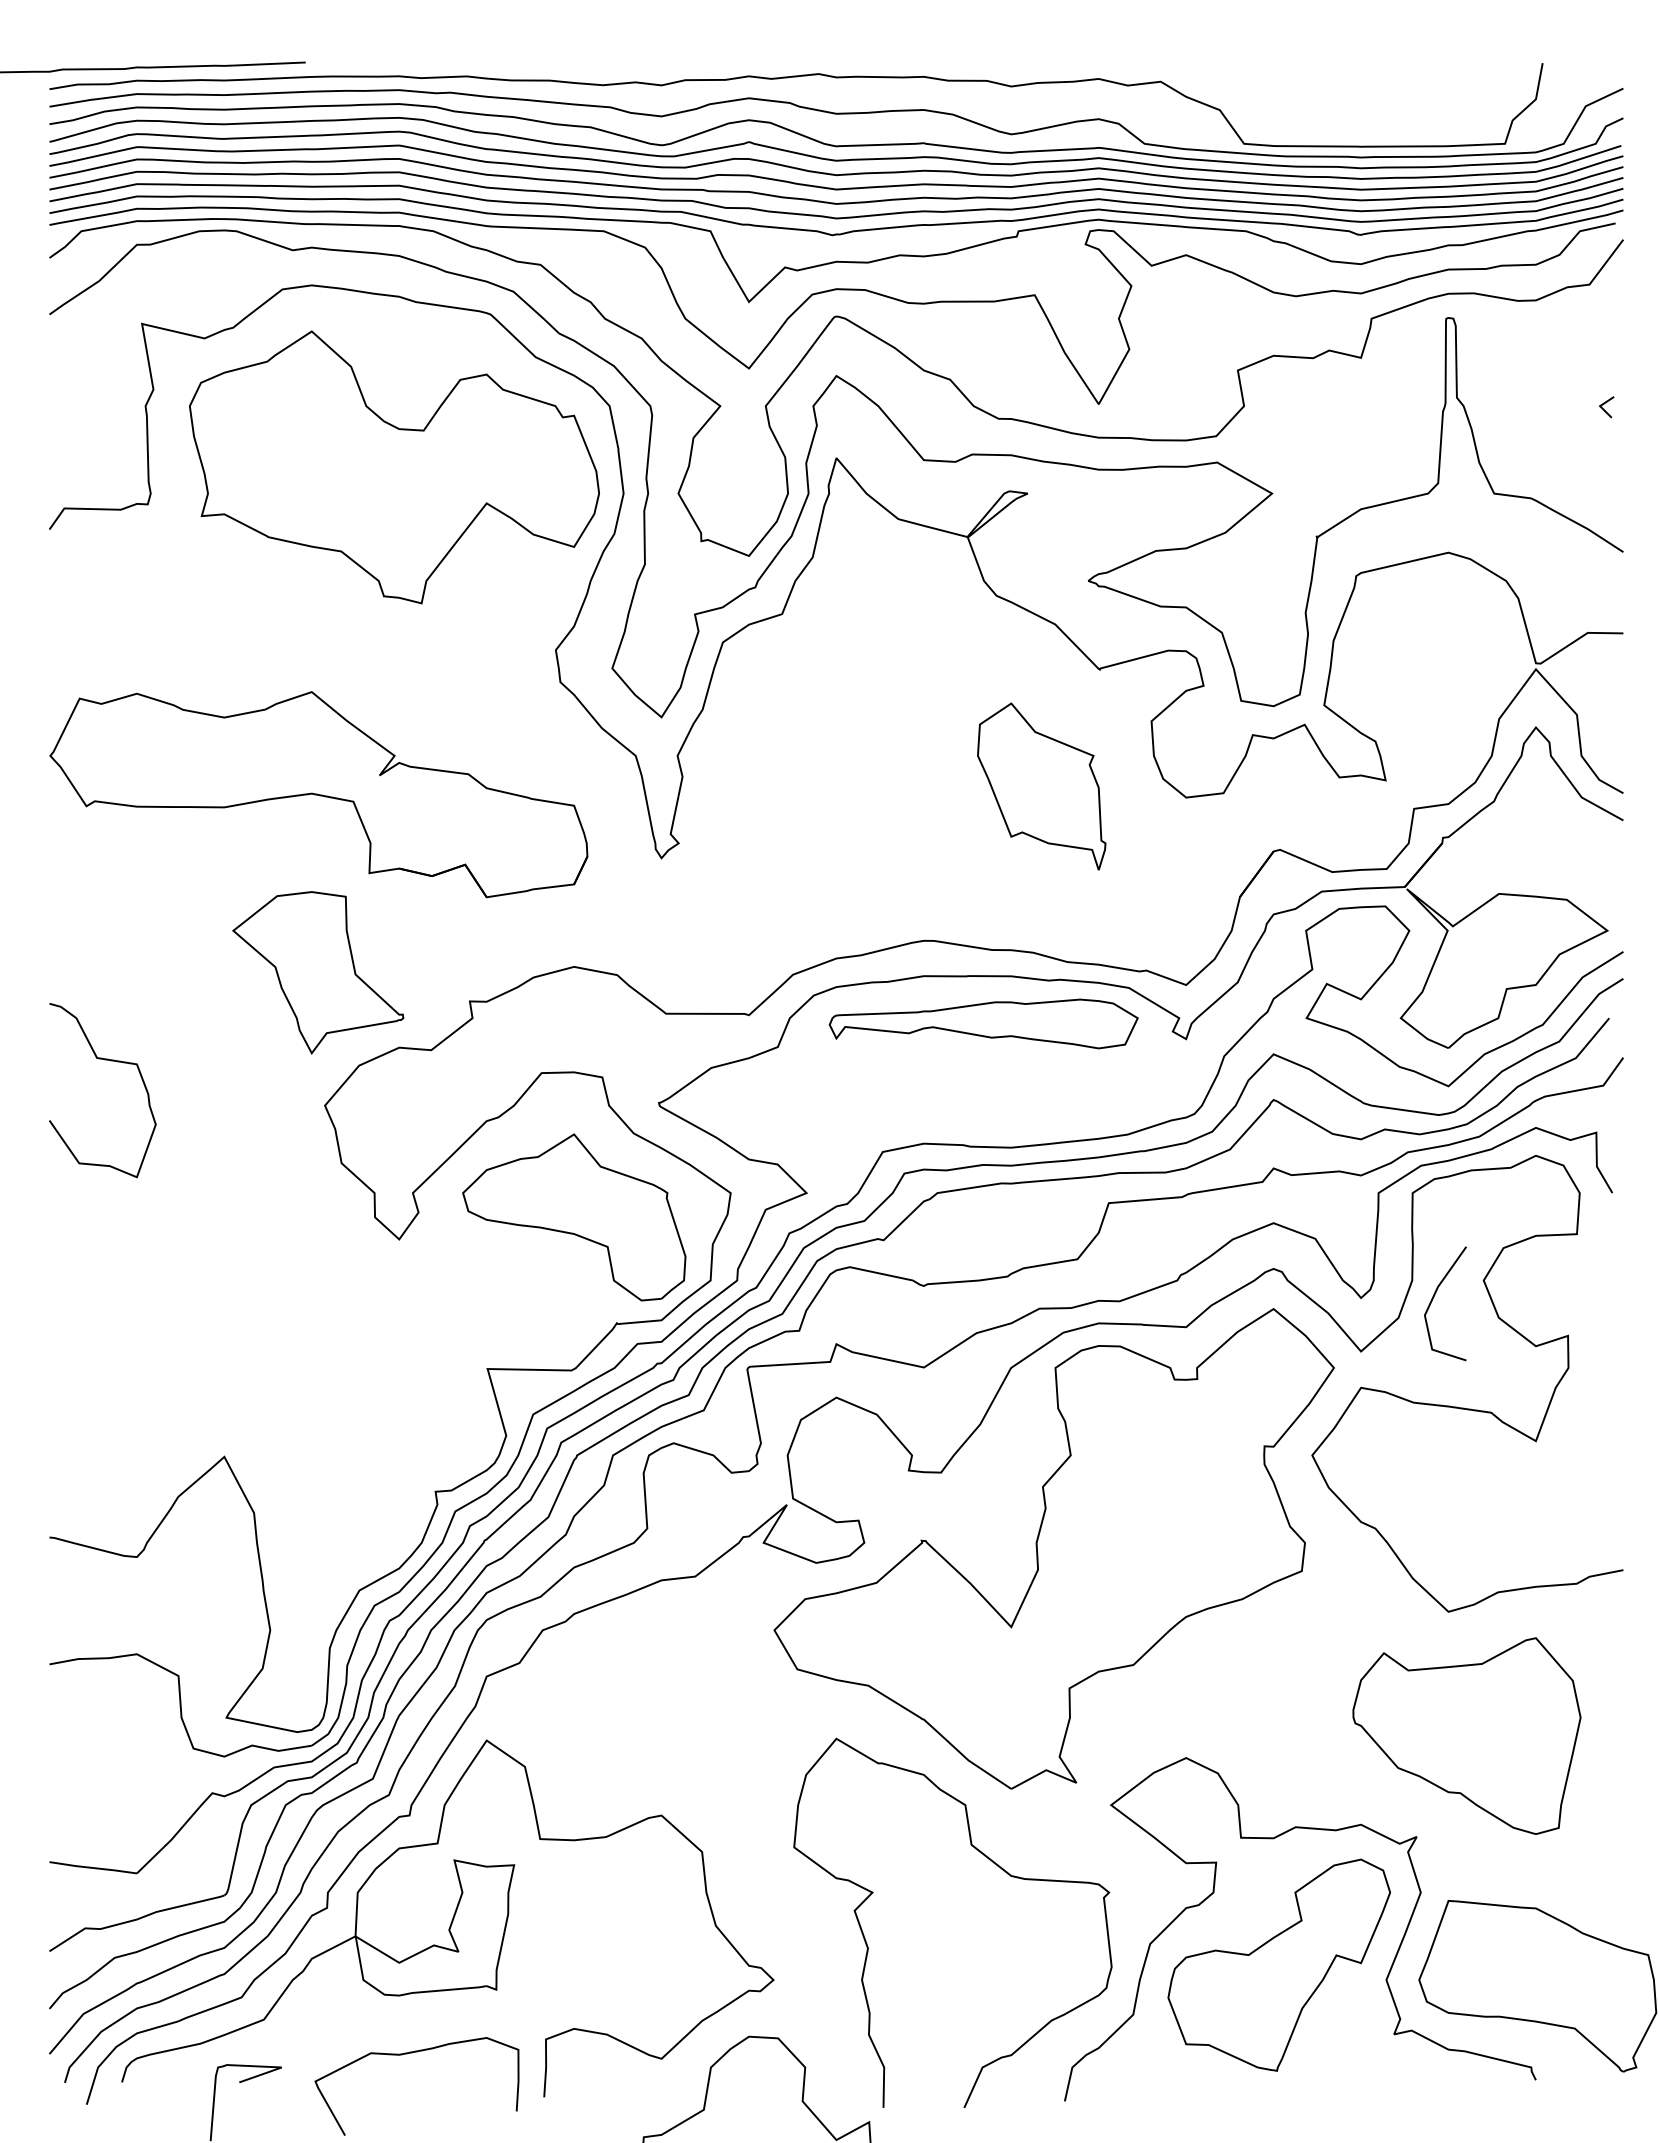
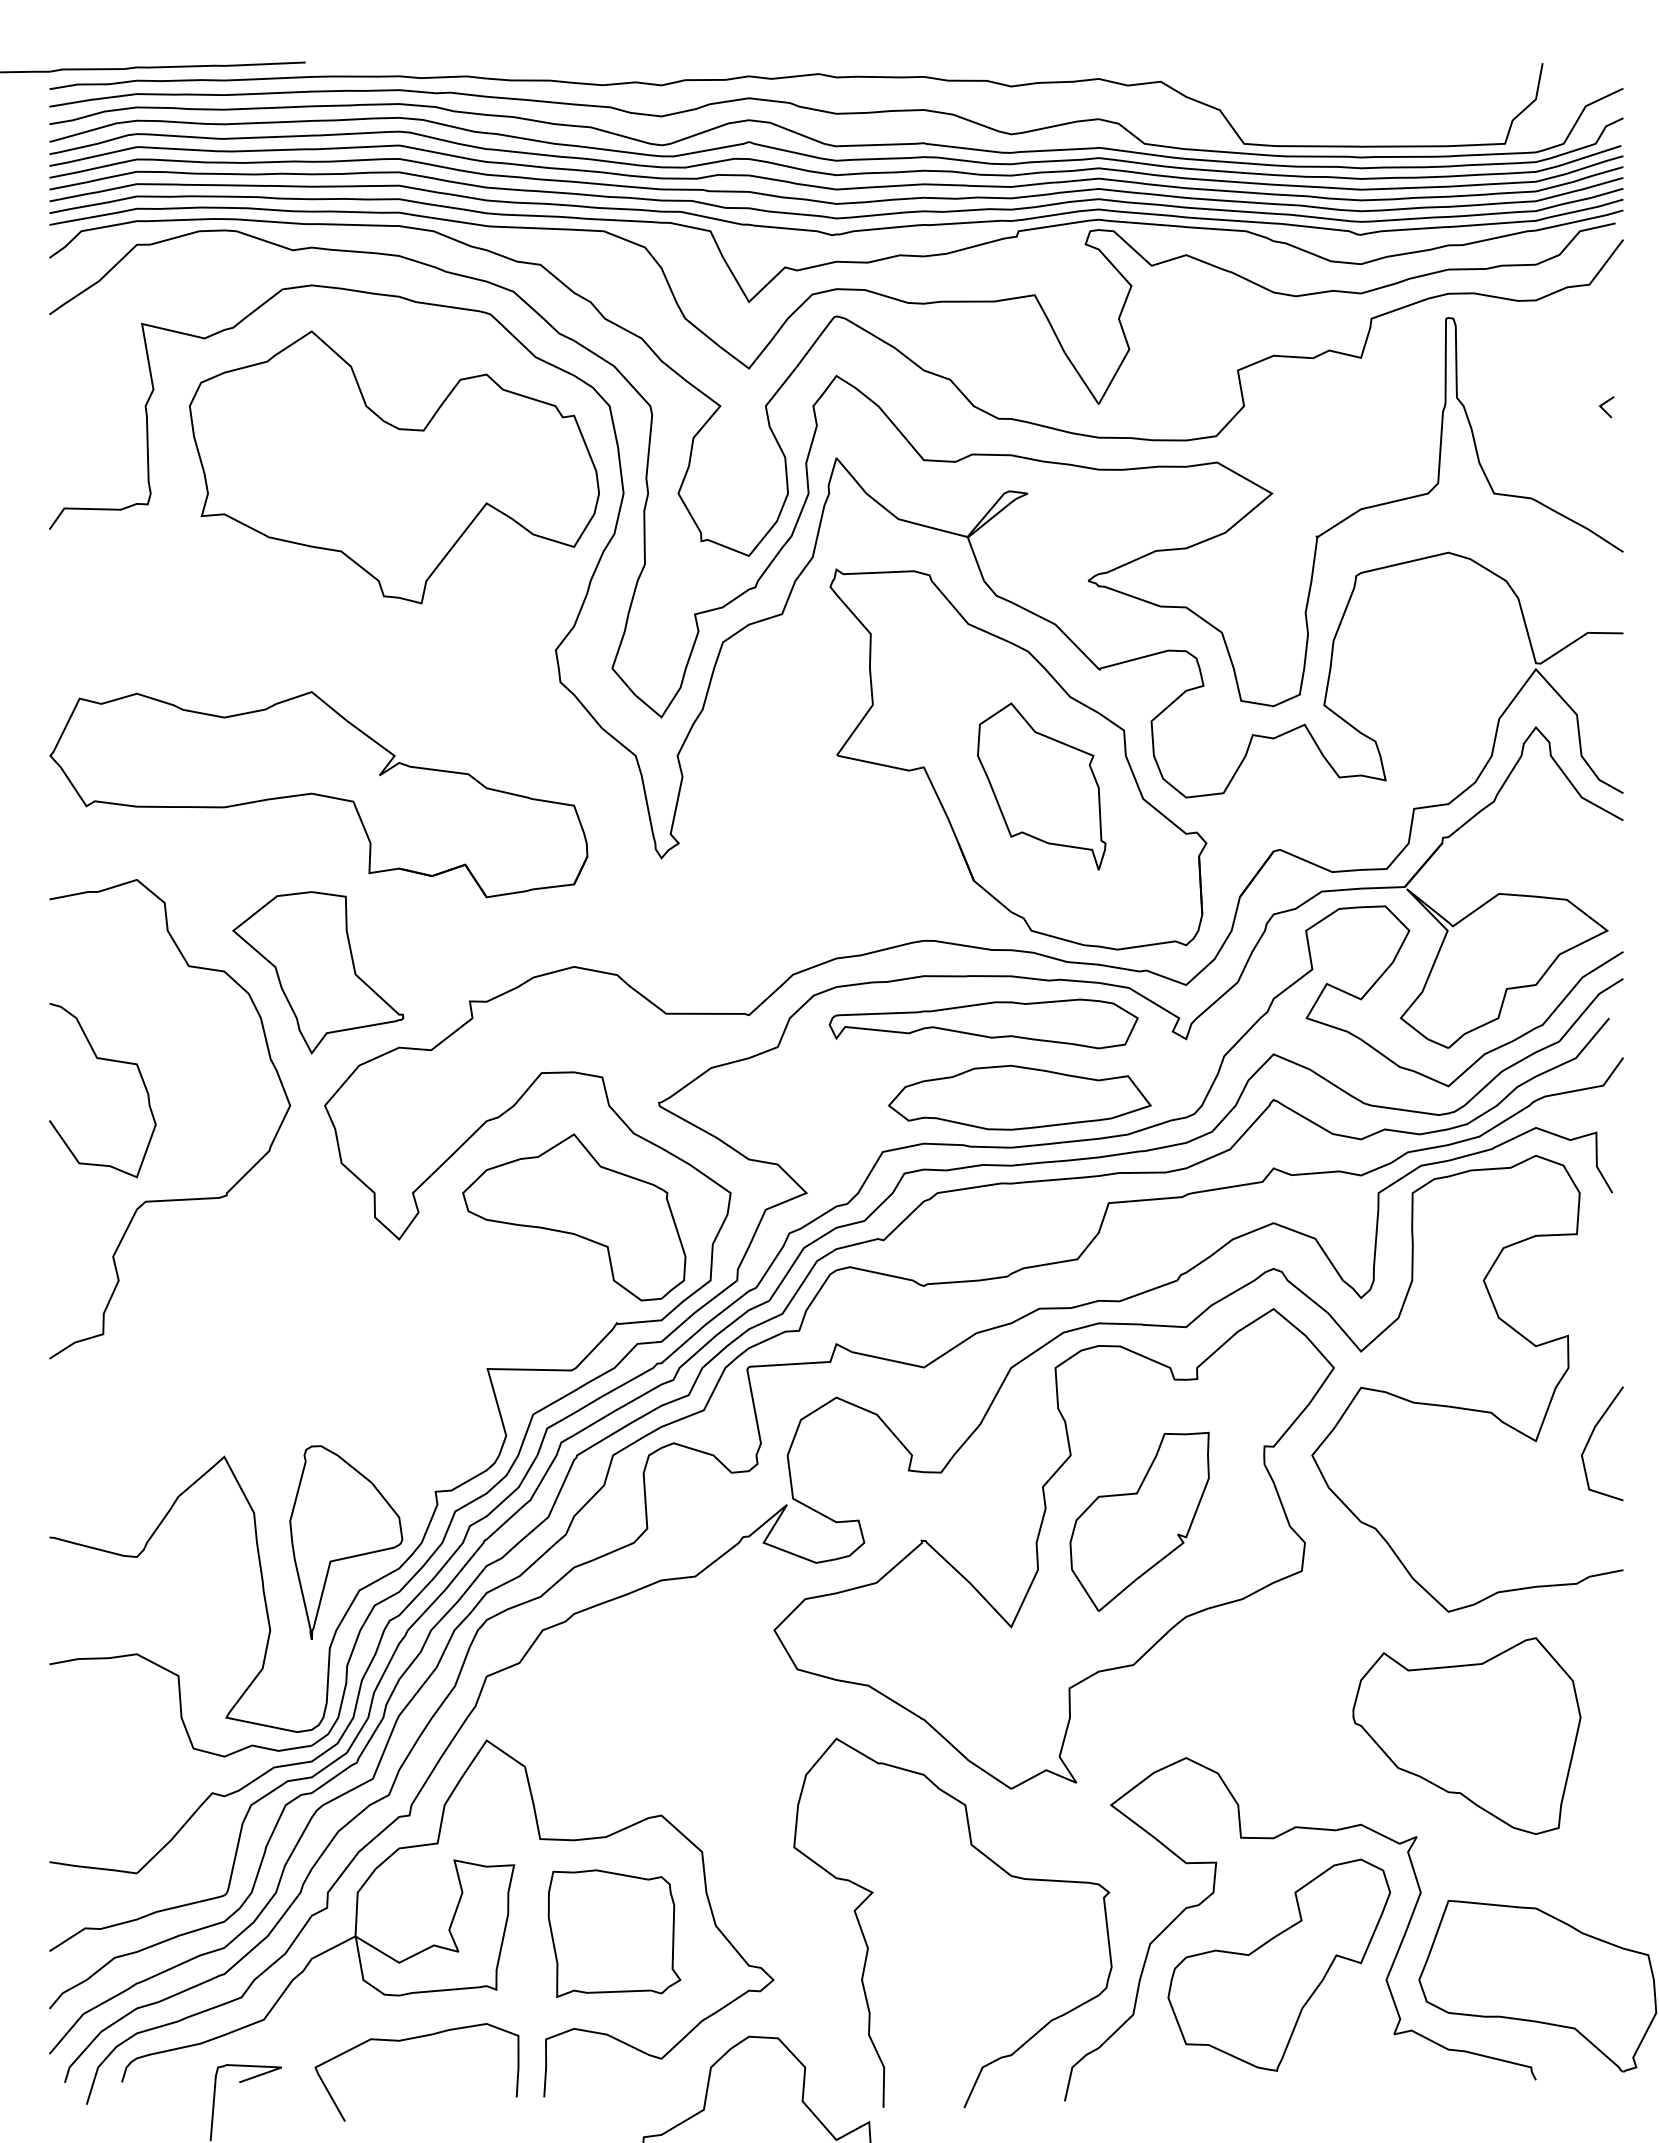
part at (1018, 759): none -> present
part at (1019, 1097): none -> present
curve at (182, 1198): none -> present
line at (1434, 1297) position: (1434, 1297) -> (1591, 1437)
part at (1139, 1521): none -> present
part at (346, 1542): none -> present
part at (614, 1933): none -> present
curve at (412, 2053) position: (412, 2053) -> (412, 2039)
